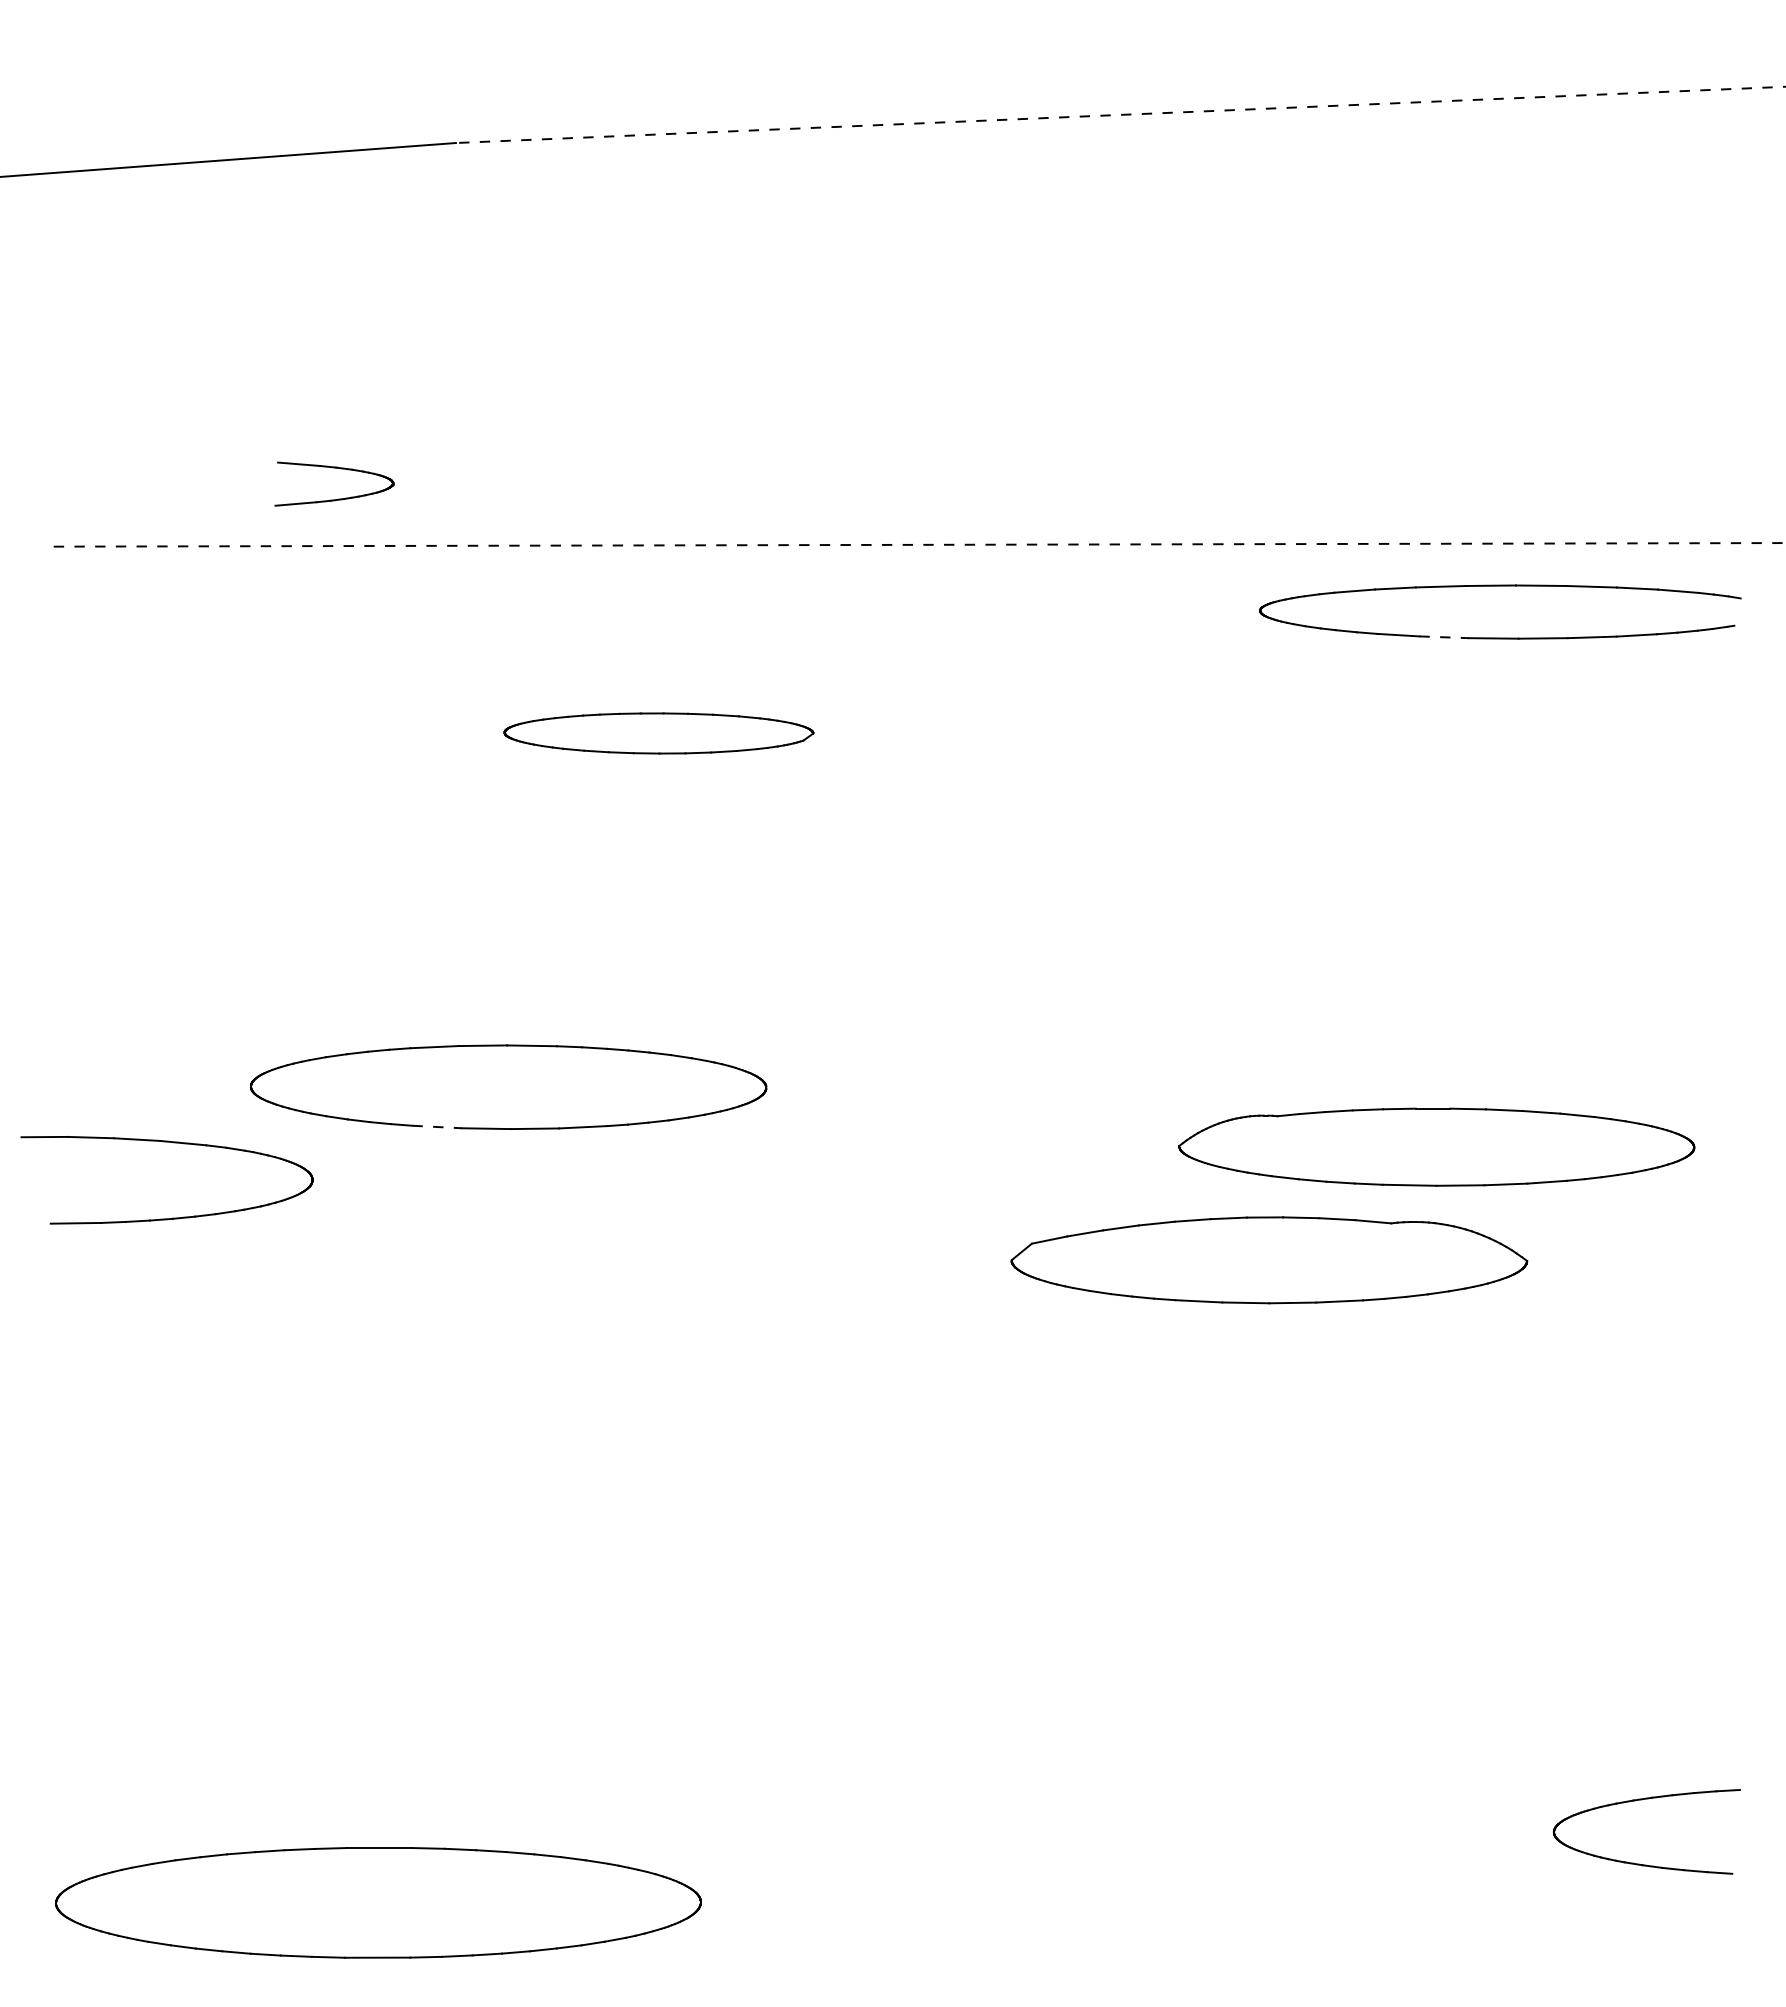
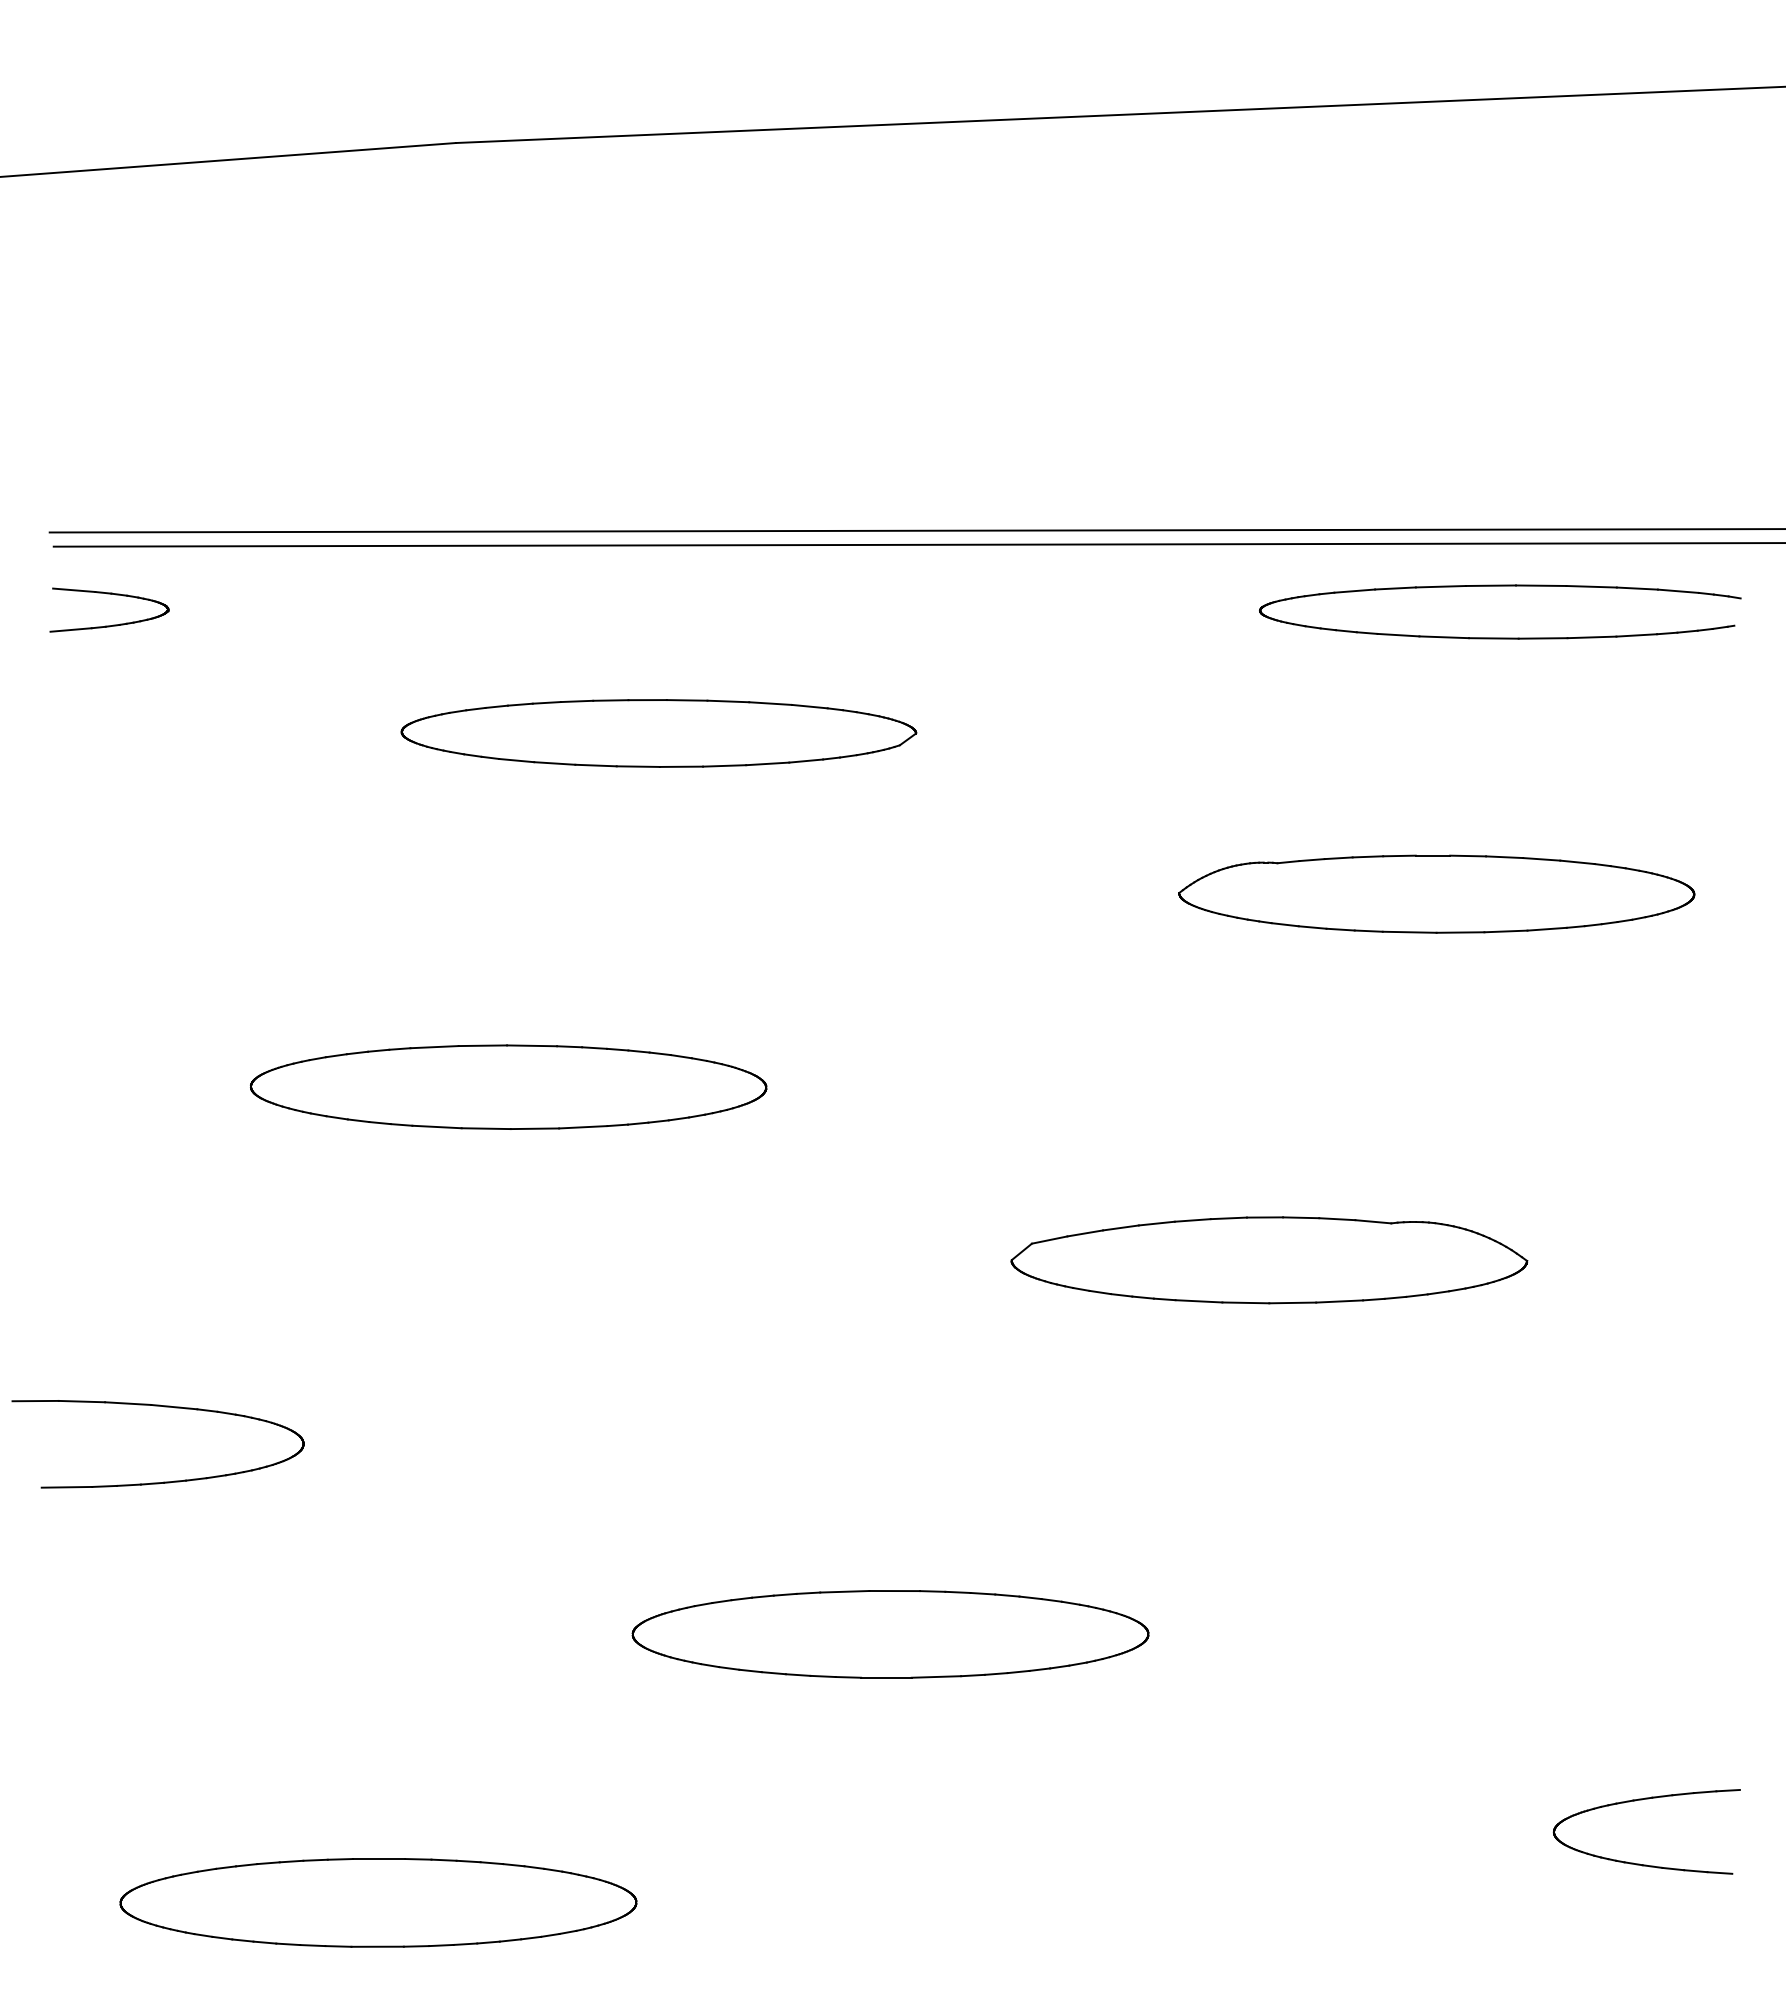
line at (1120, 114): dashed -> solid
part at (334, 468) position: (334, 468) -> (109, 594)
line at (915, 530): none -> present
line at (919, 544): dashed -> solid
line at (1444, 637): dashed -> solid
part at (658, 733) size: 312x43 px -> 518x69 px
line at (437, 1127): dashed -> solid
part at (1436, 1146) position: (1436, 1146) -> (1436, 893)
part at (172, 1217) position: (172, 1217) -> (163, 1481)
part at (890, 1634): none -> present
part at (378, 1902) size: 647x112 px -> 519x90 px
